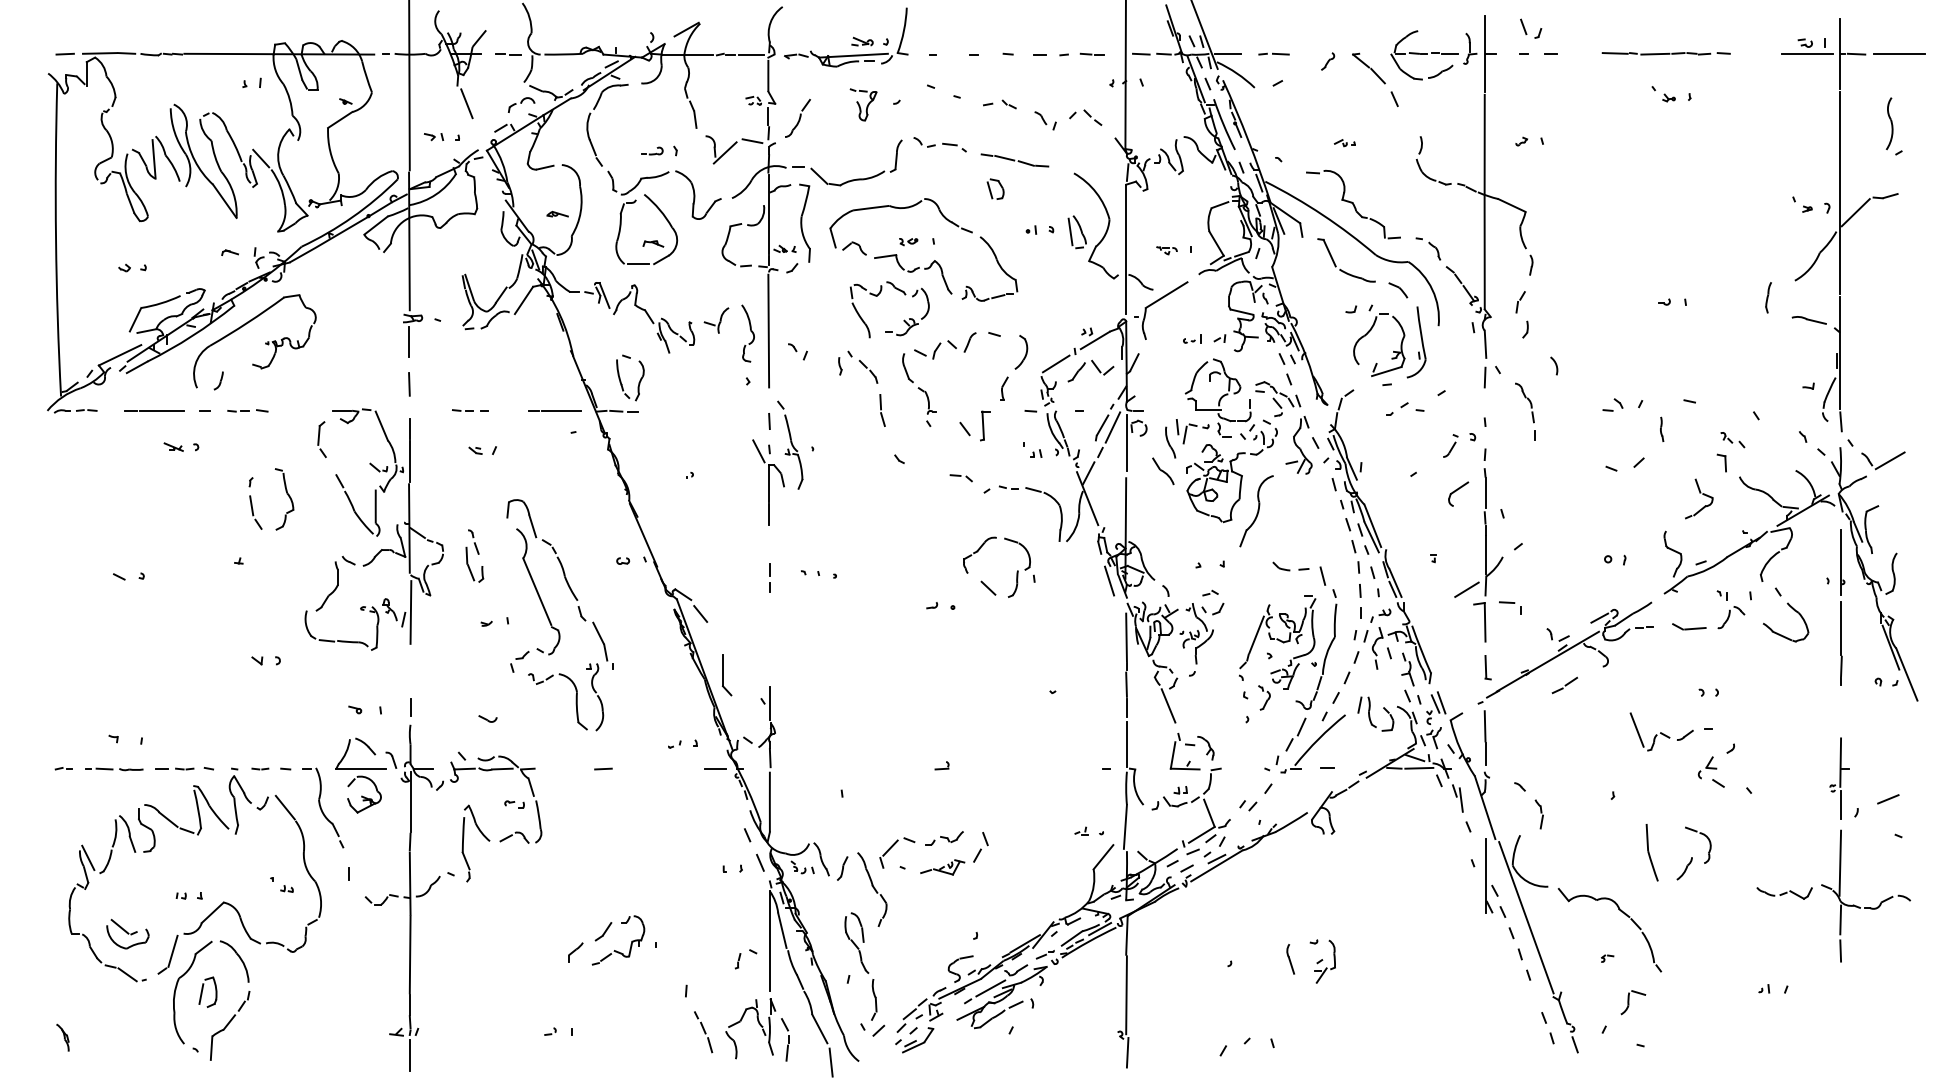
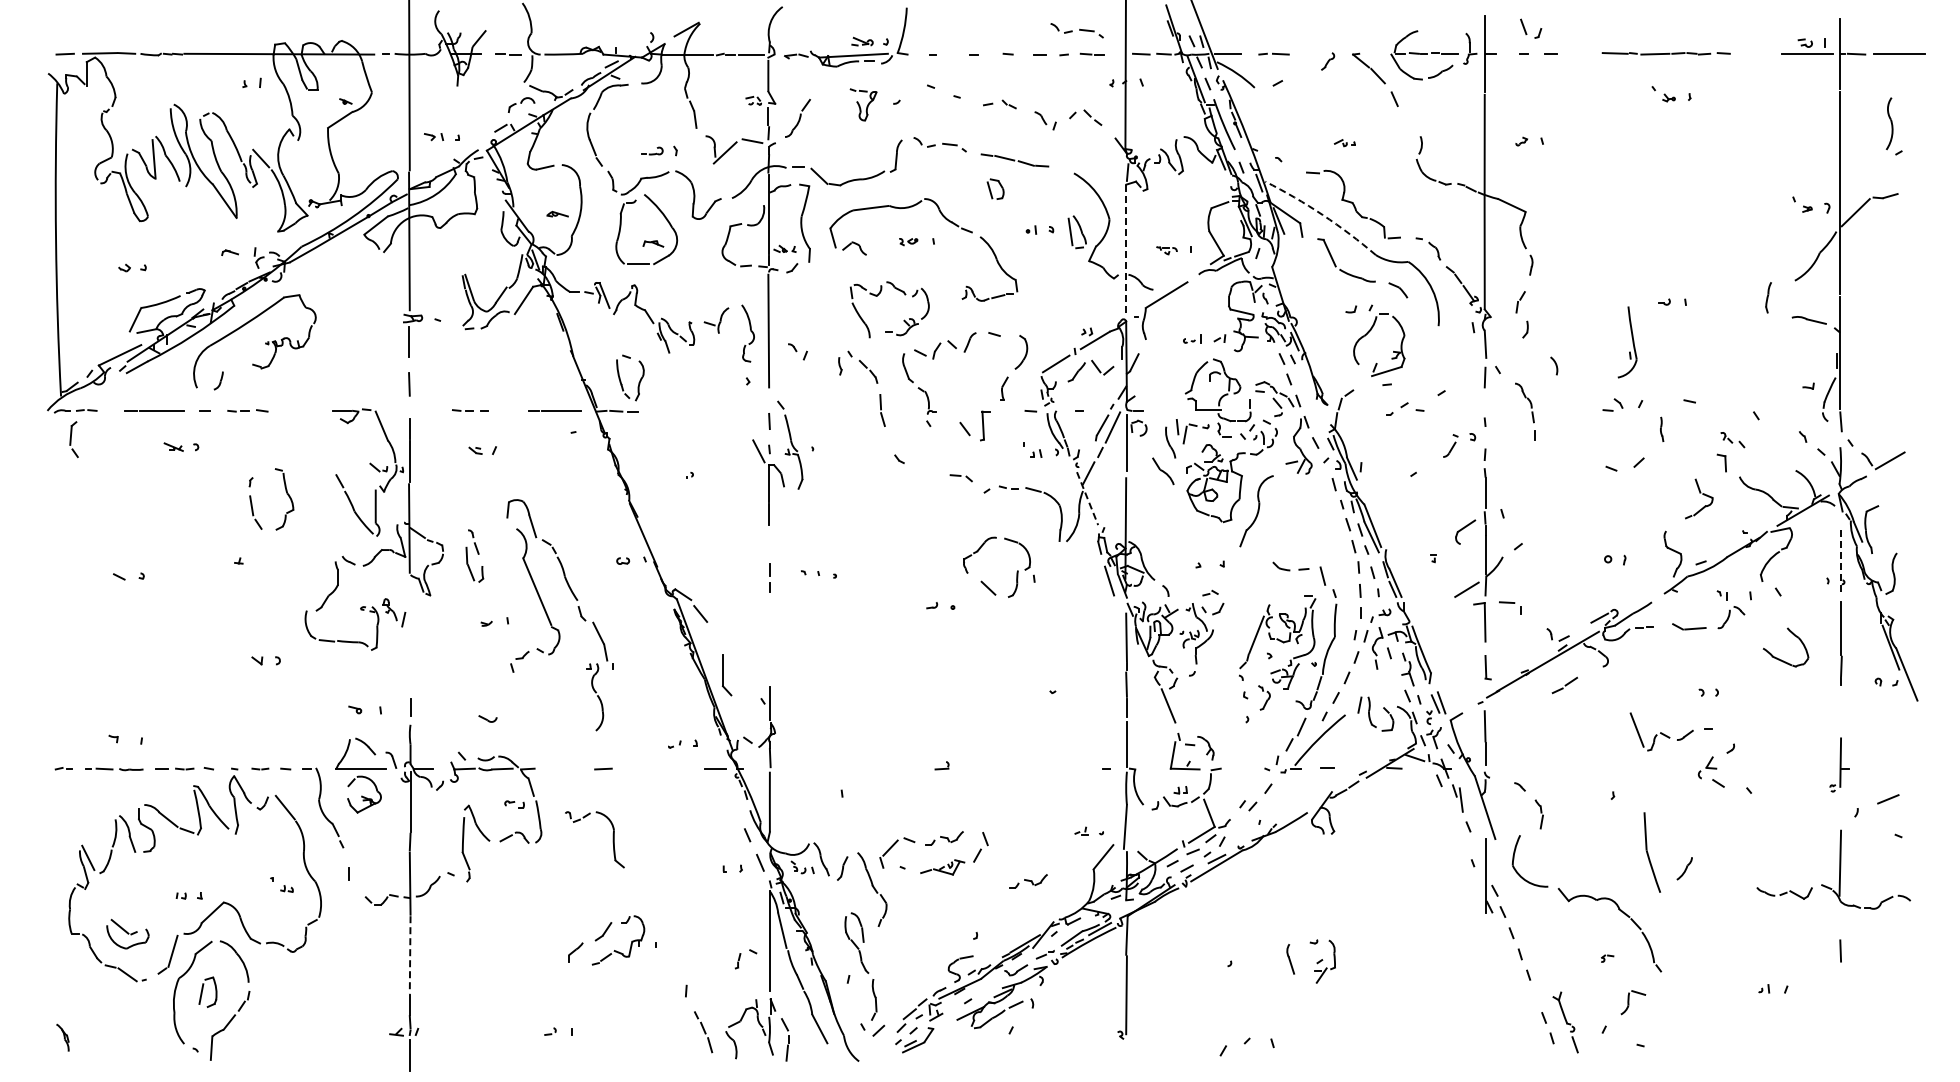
part at (1076, 30): none -> present
line at (466, 103): present -> none
arc at (1322, 215): solid -> dashed
line at (1126, 249): solid -> dashed
part at (913, 274): present -> none
part at (1416, 342) position: (1416, 342) -> (1627, 342)
part at (321, 439) position: (321, 439) -> (73, 439)
part at (1458, 493) position: (1458, 493) -> (1465, 531)
line at (1087, 498): solid -> dashed
line at (1841, 563): solid -> dashed
line at (410, 612): present -> none
part at (1781, 634) position: (1781, 634) -> (1781, 659)
part at (575, 701) position: (575, 701) -> (612, 839)
line at (1419, 767): present -> none
line at (1841, 804): present -> none
part at (1704, 836): present -> none
part at (1651, 852) size: 14x58 px -> 18x81 px
part at (1028, 881): none -> present
line at (1526, 917): present -> none
line at (1840, 919): present -> none
line at (410, 954): solid -> dashed
line at (990, 988): present -> none
line at (1127, 1052): present -> none
line at (830, 1062): present -> none
